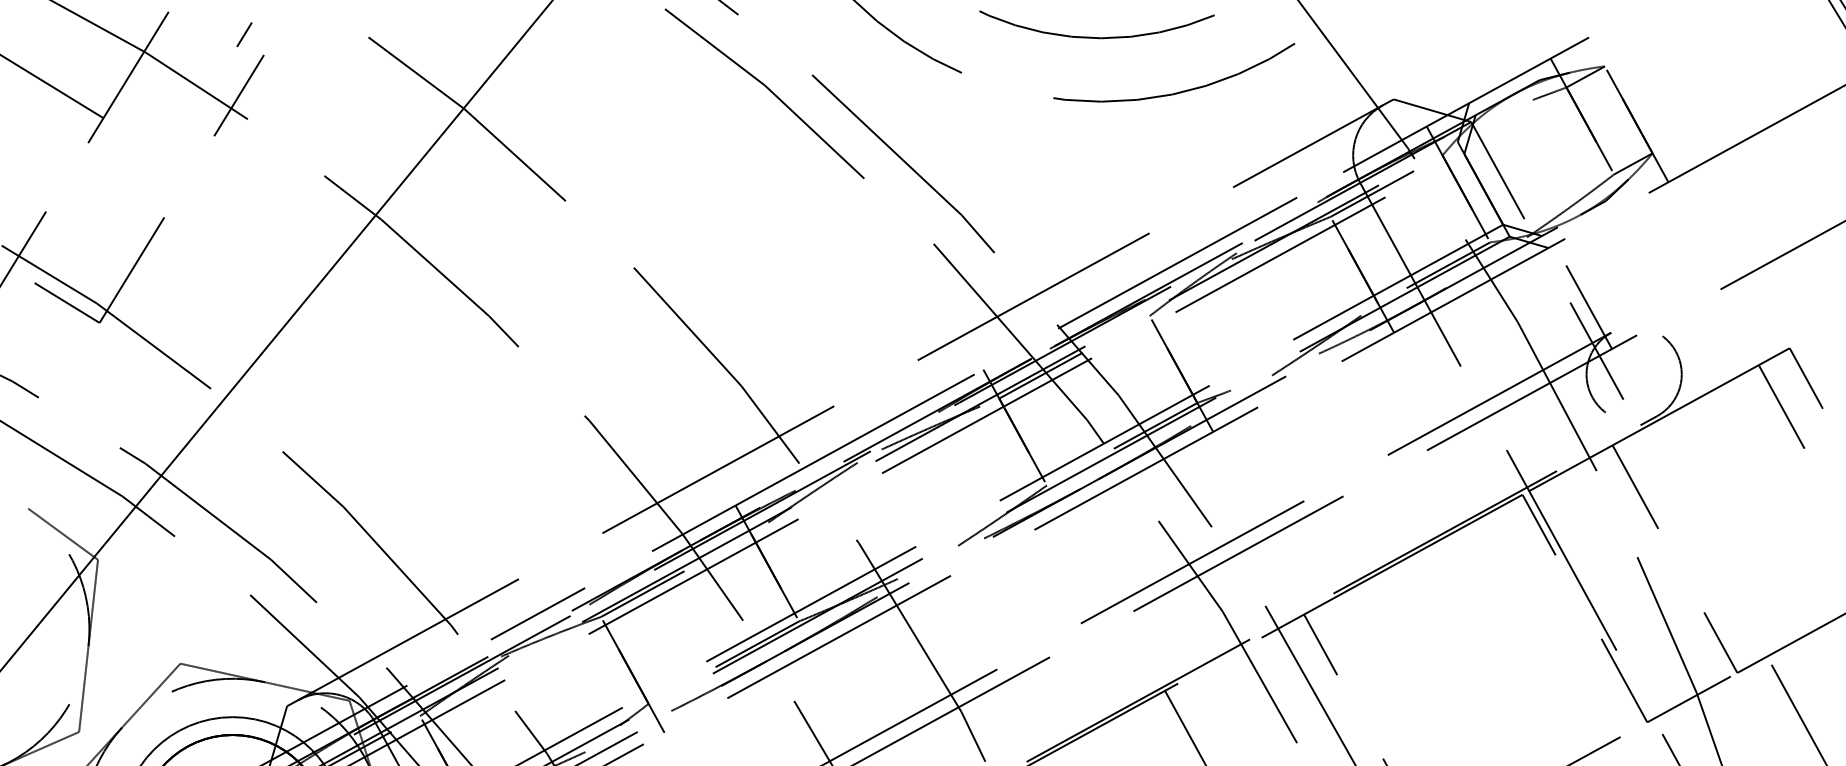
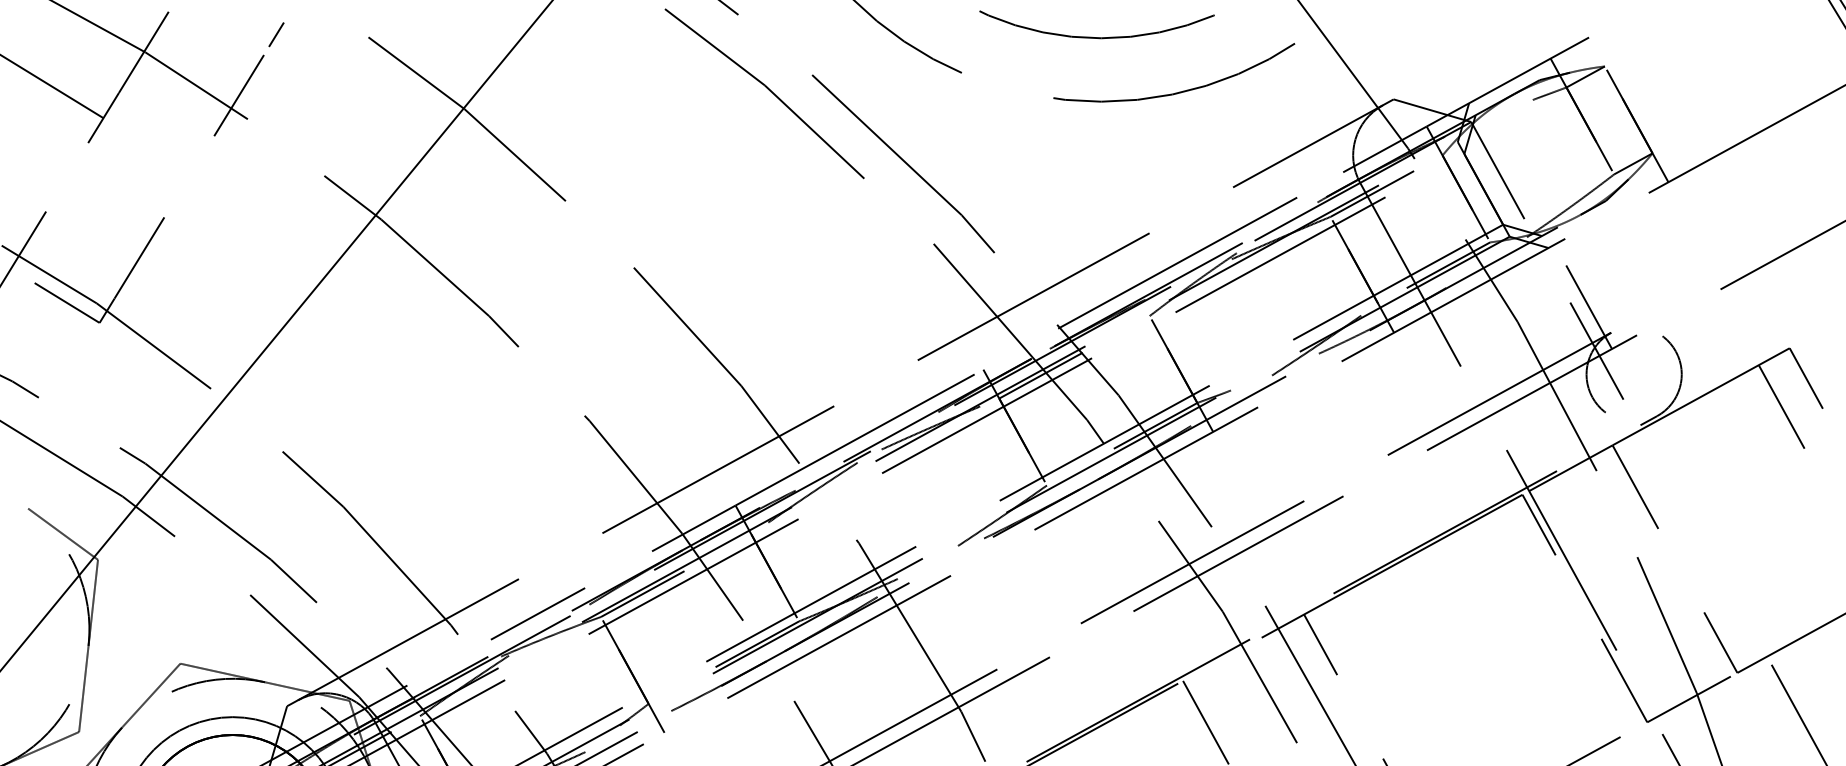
line at (244, 34) position: (244, 34) -> (276, 34)
line at (1184, 726) position: (1184, 726) -> (1205, 721)
